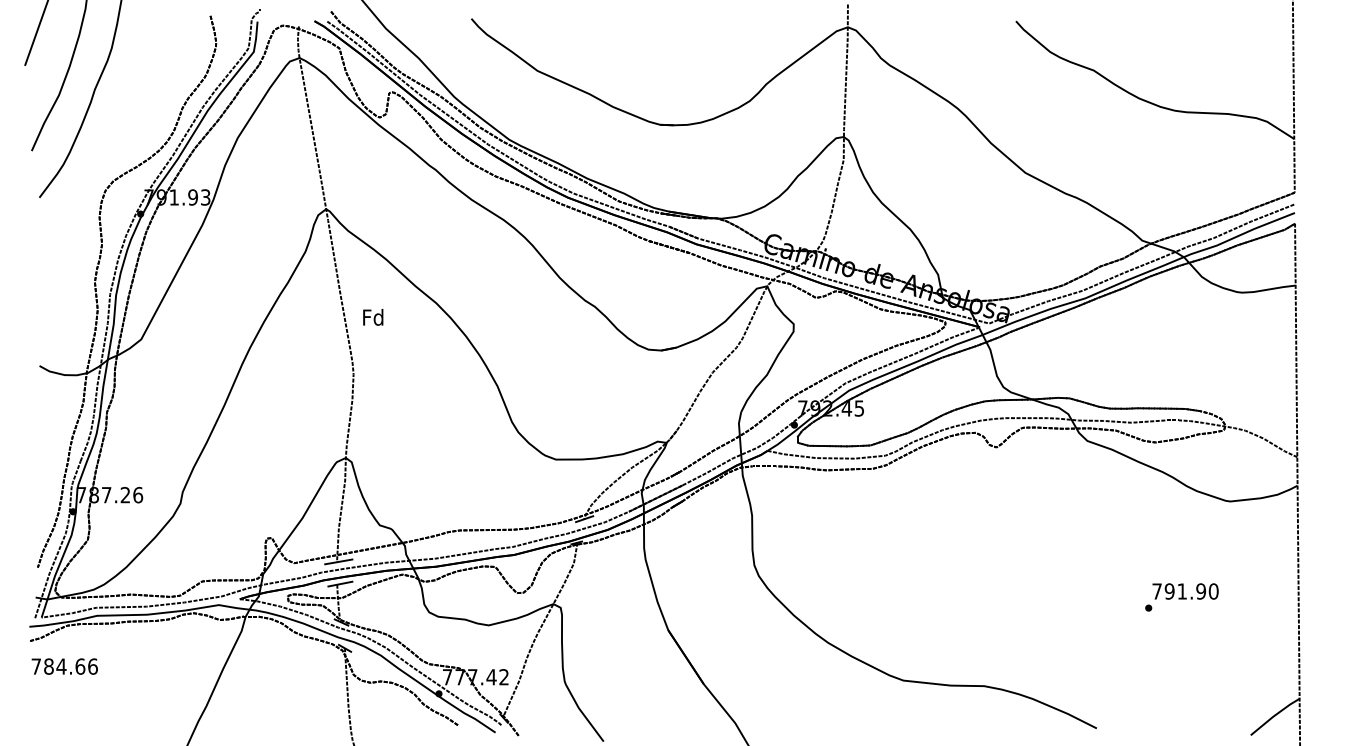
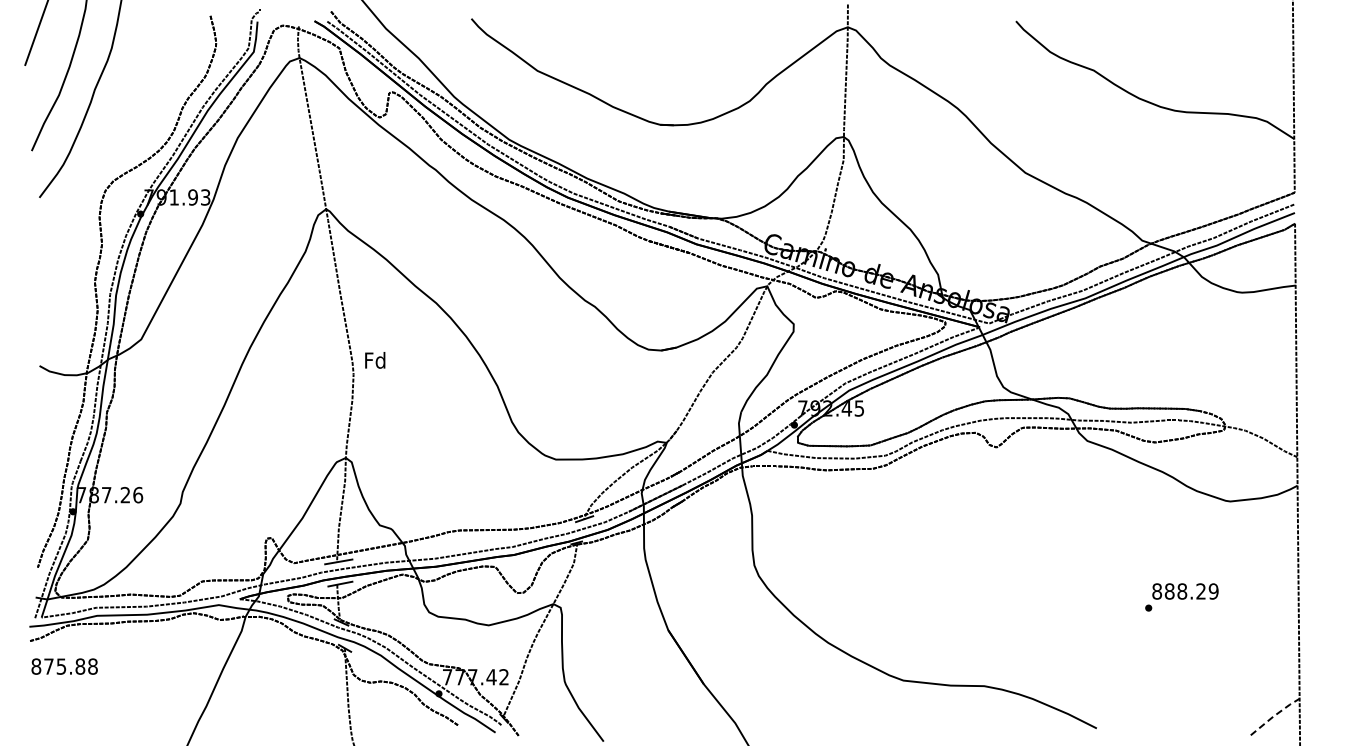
text at (373, 317) position: (373, 317) -> (375, 360)
text at (1185, 591): 791.90 -> 888.29
text at (64, 666): 784.66 -> 875.88
line at (1274, 715): solid -> dashed
